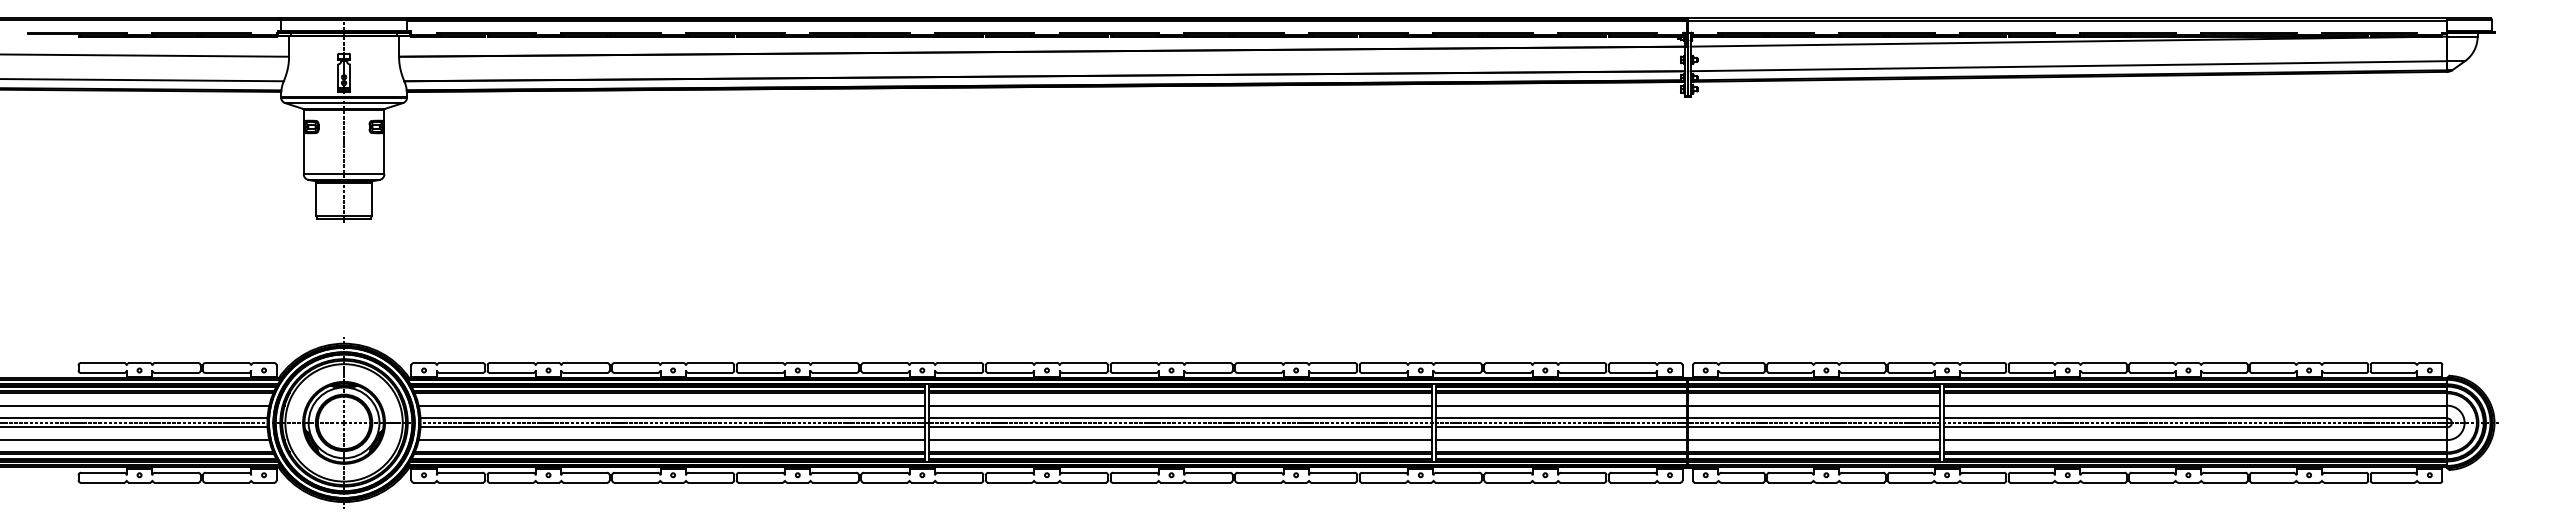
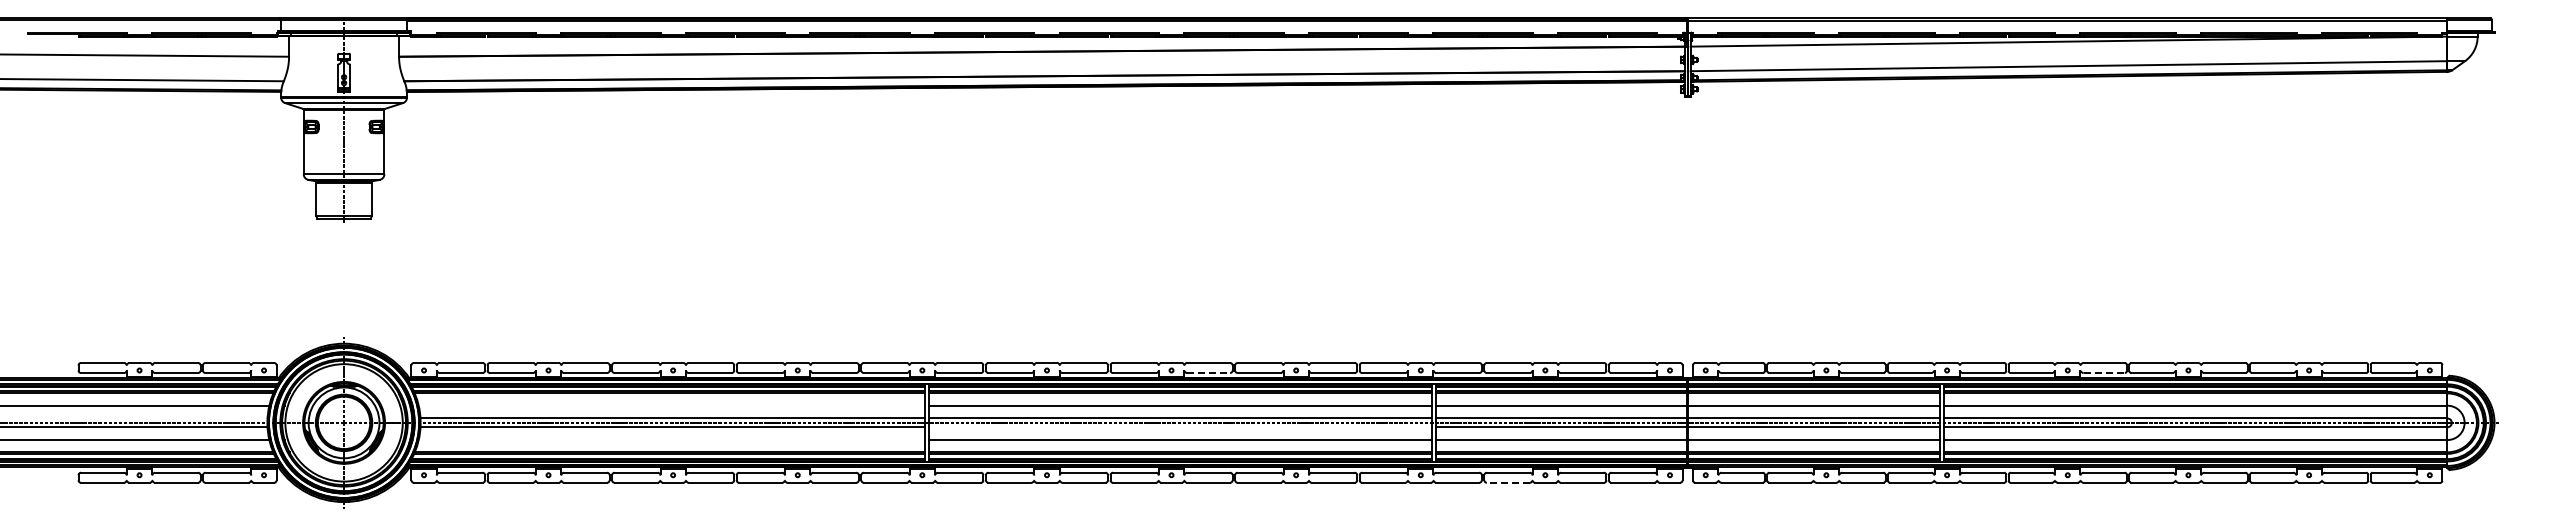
line at (1208, 373): solid -> dashed
line at (2104, 373): solid -> dashed
line at (671, 405): present -> none
line at (134, 418): present -> none
line at (1180, 427): present -> none
line at (671, 440): present -> none
line at (1508, 482): solid -> dashed
